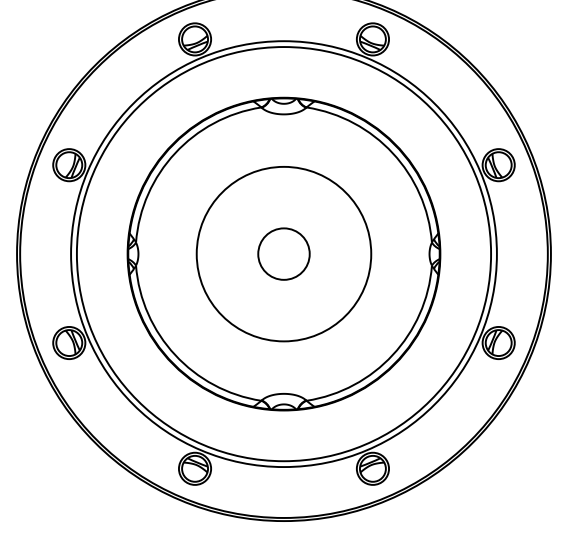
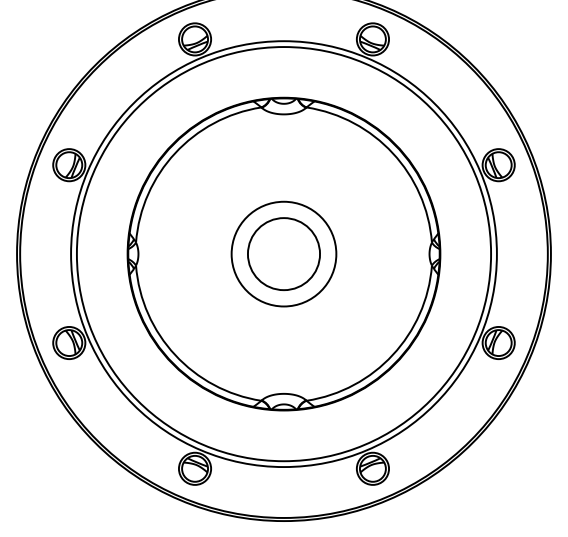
circle at (283, 253) diameter: 175 px -> 105 px
circle at (283, 253) diameter: 51 px -> 72 px
